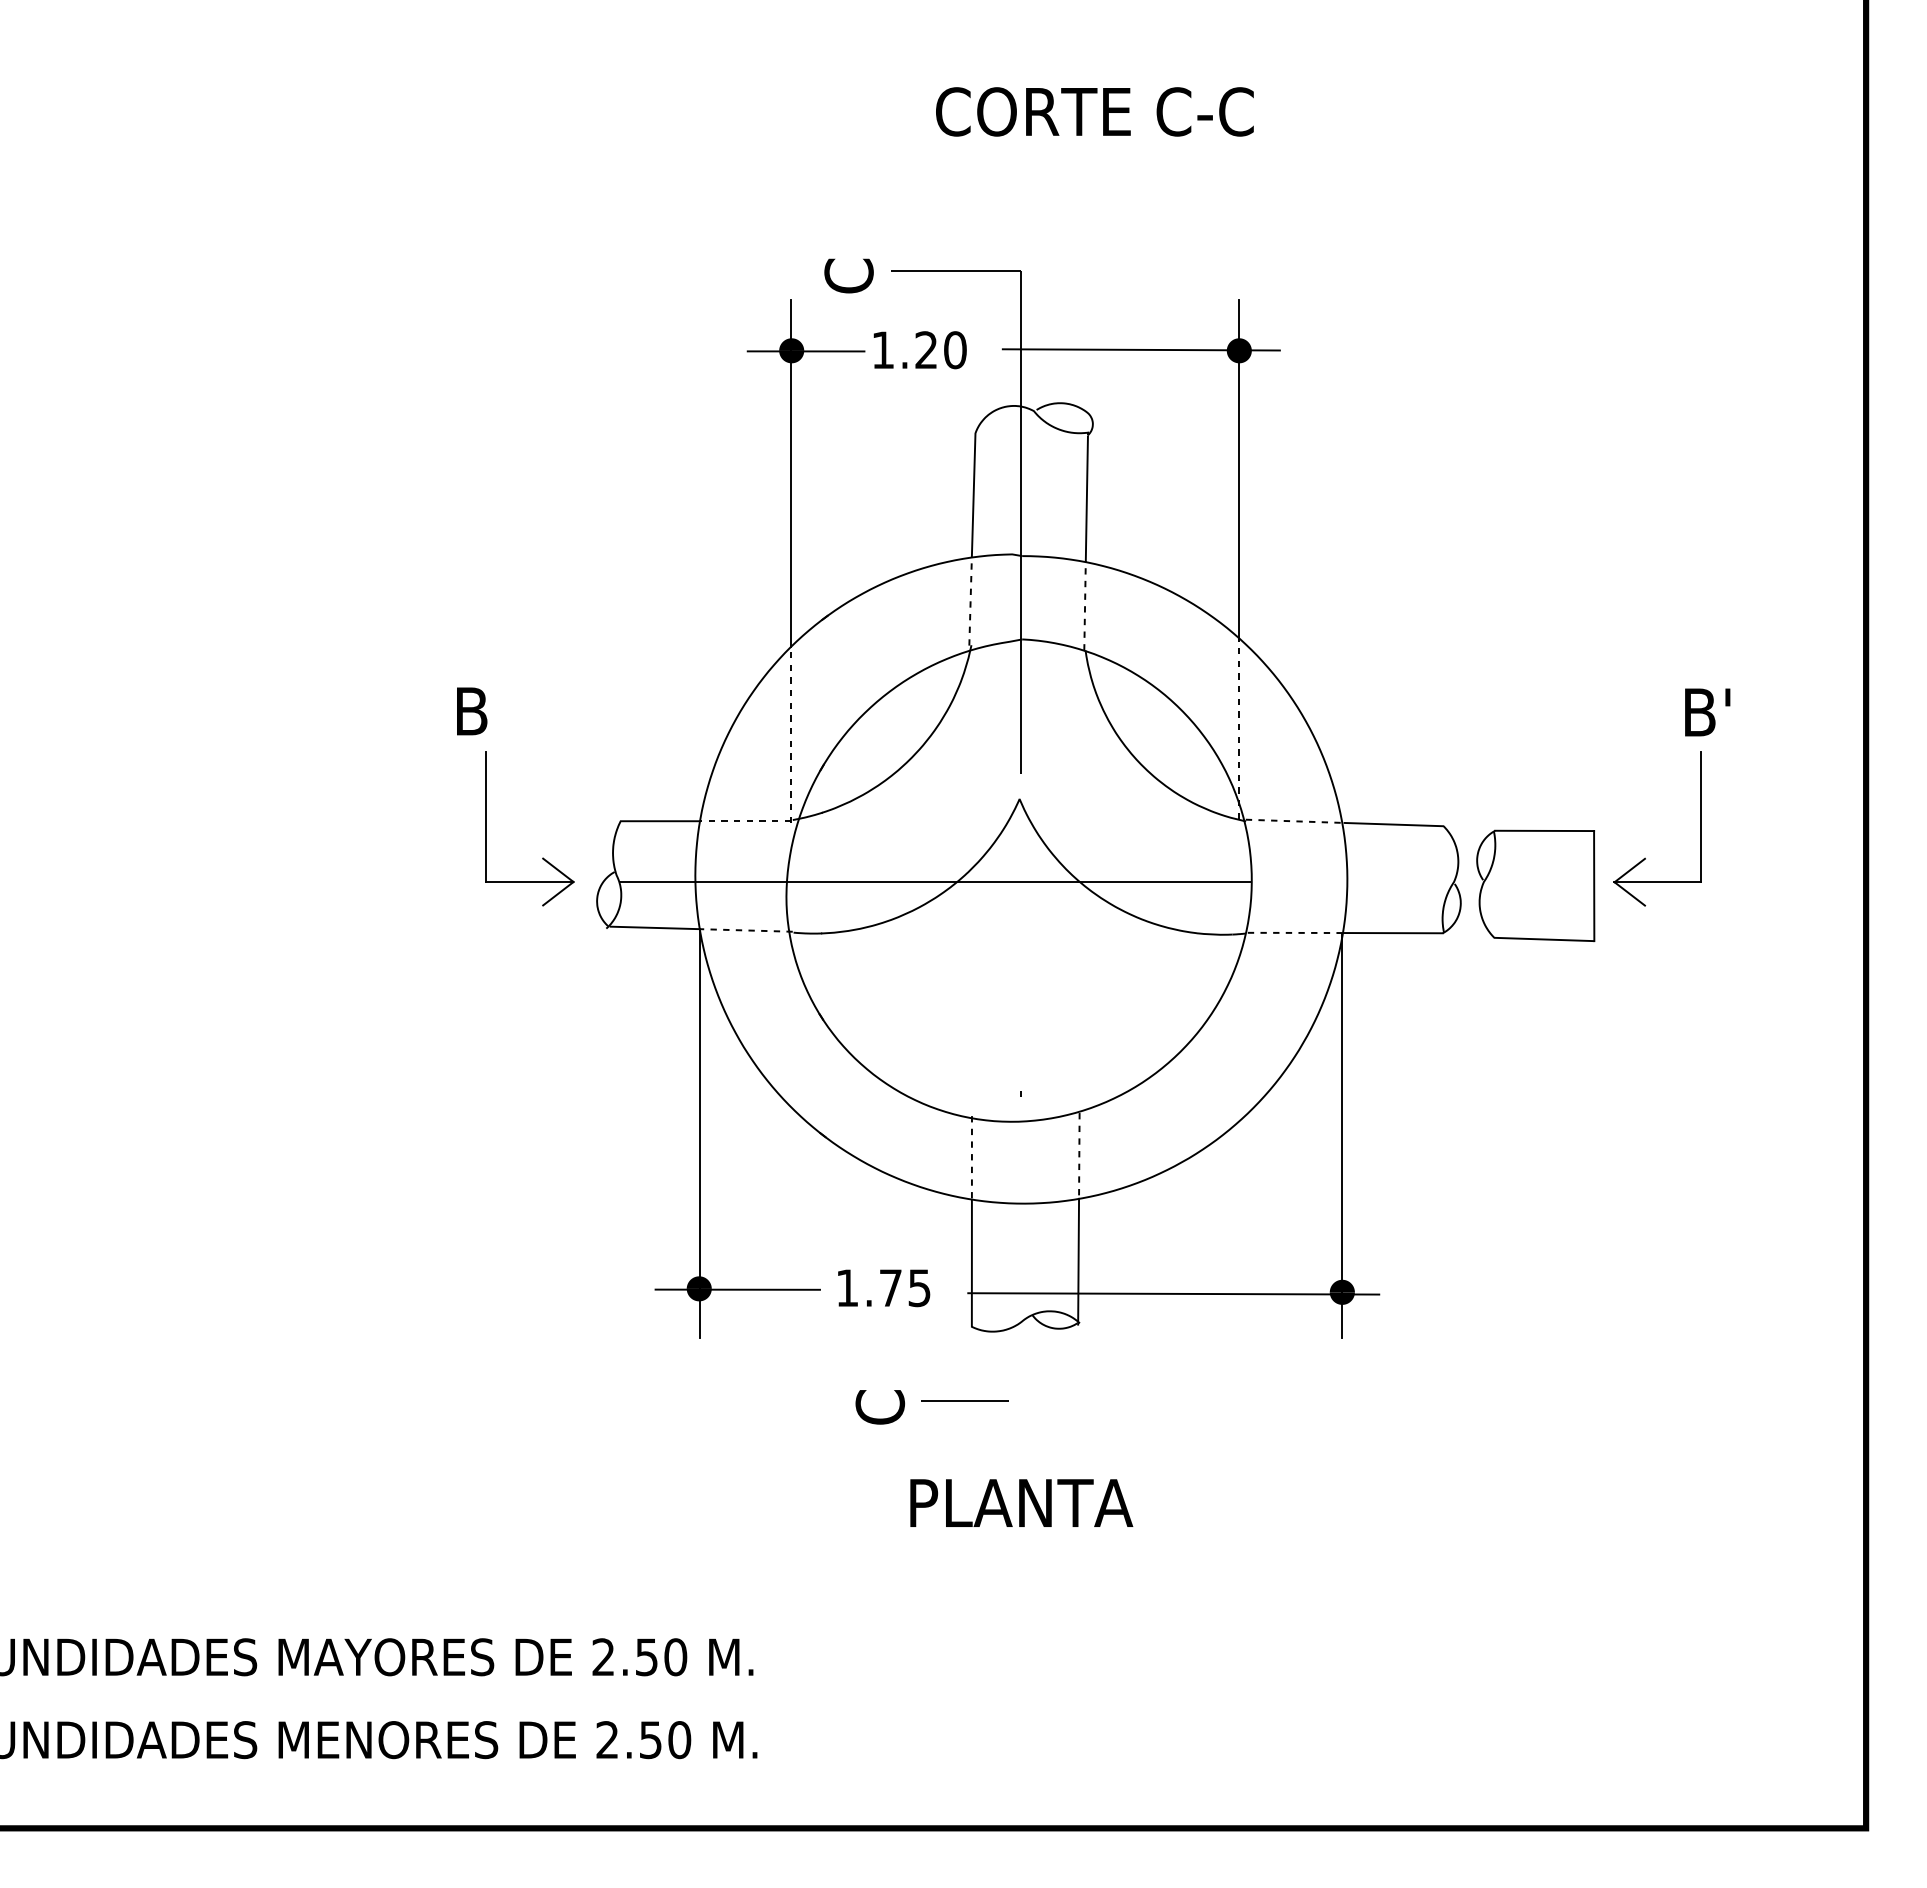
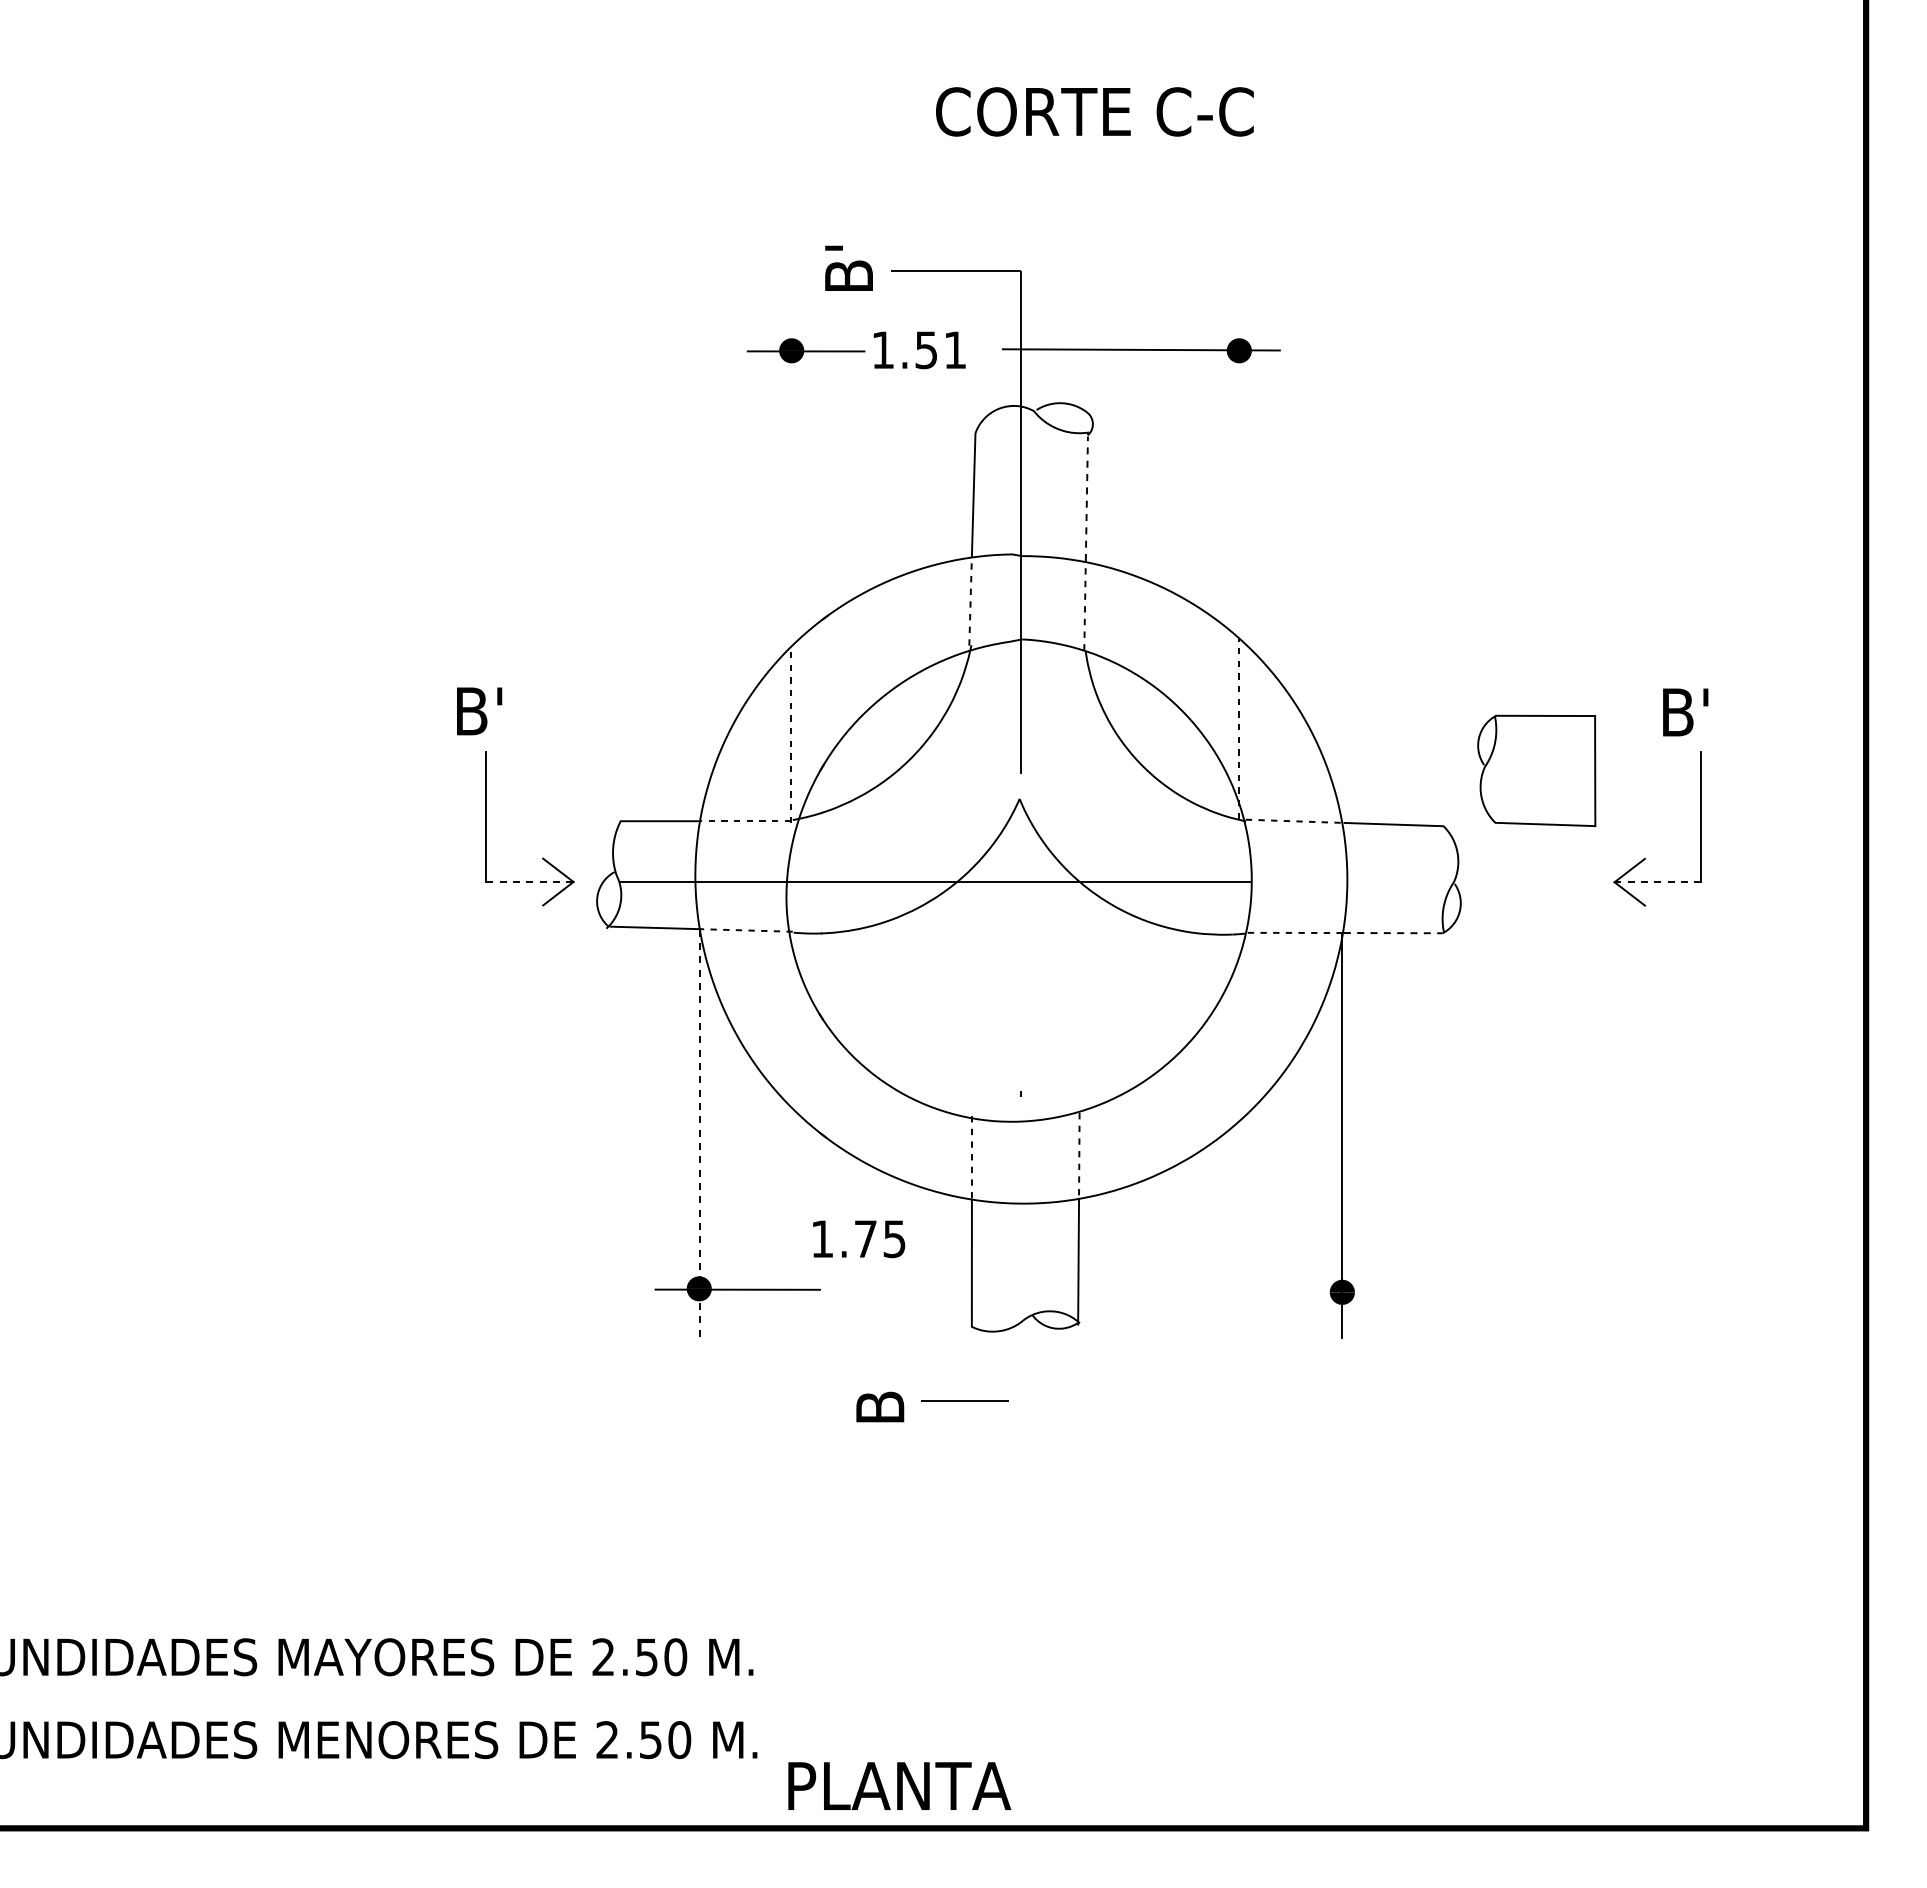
text at (848, 269): C -> B'
text at (940, 350): 1.20 -> 1.51
line at (1238, 468): present -> none
line at (791, 473): present -> none
line at (1086, 498): solid -> dashed
text at (499, 696): B -> B'
text at (1707, 712) position: (1707, 712) -> (1685, 712)
line at (529, 882): solid -> dashed
line at (1657, 882): solid -> dashed
part at (1535, 885) position: (1535, 885) -> (1536, 770)
line at (1393, 933): solid -> dashed
line at (700, 1134): solid -> dashed
text at (884, 1288) position: (884, 1288) -> (859, 1239)
line at (1173, 1293): present -> none
text at (880, 1407): C -> B
text at (1021, 1502) position: (1021, 1502) -> (899, 1785)
